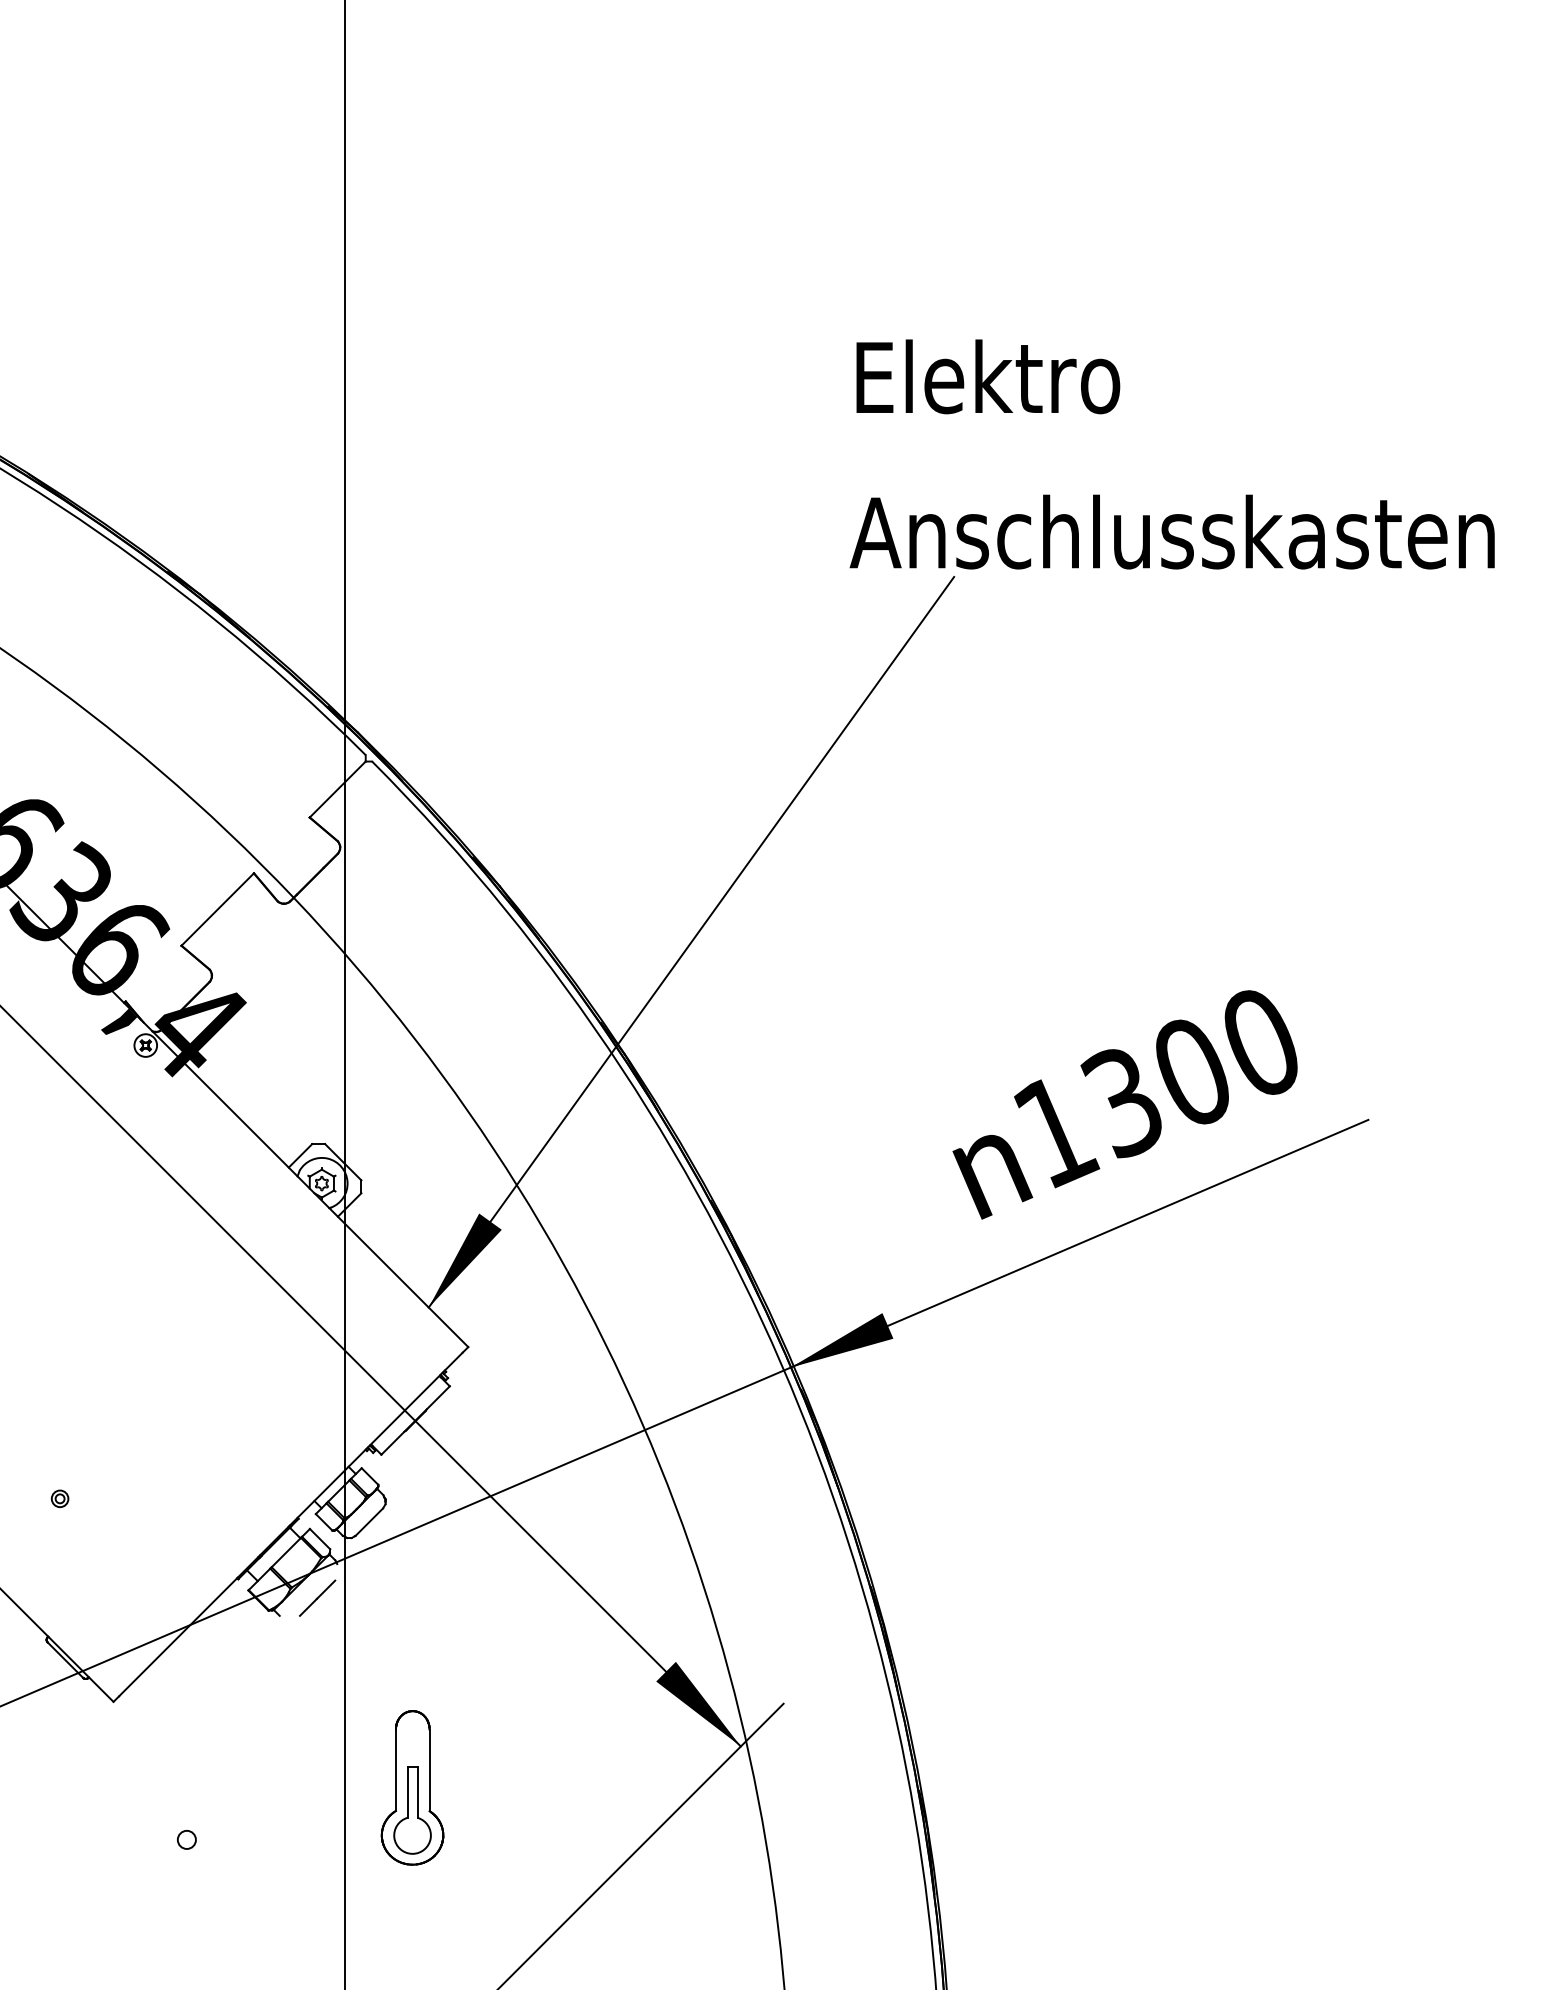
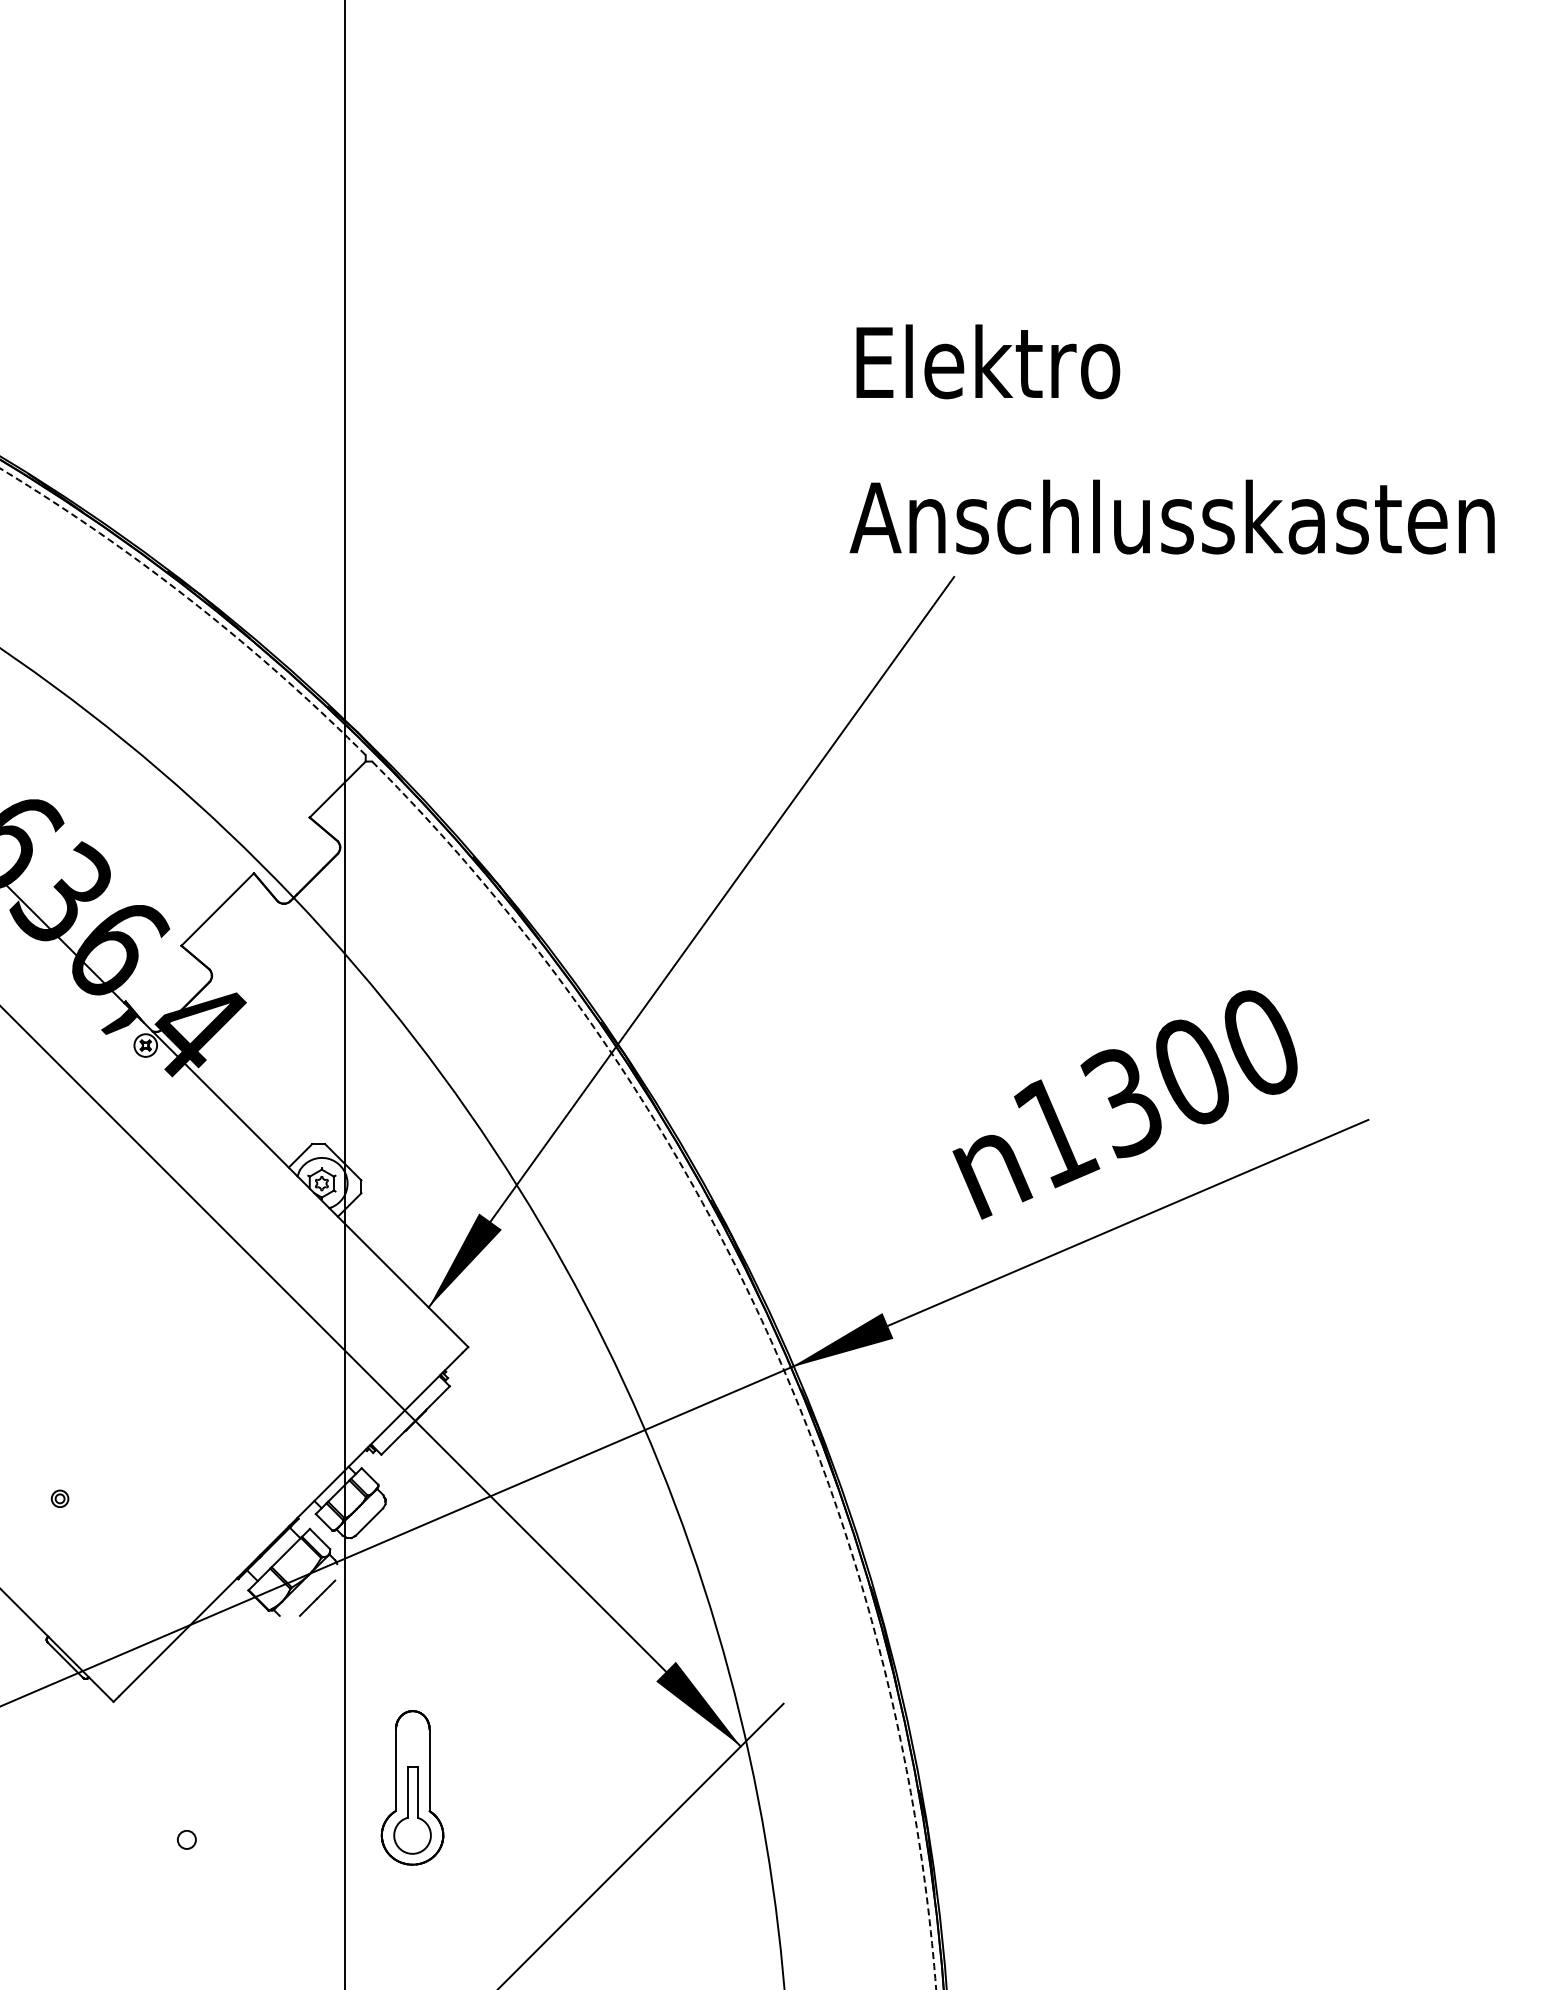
text at (1171, 454) position: (1171, 454) -> (1171, 439)
arc at (190, 600): solid -> dashed
arc at (763, 1324): solid -> dashed
